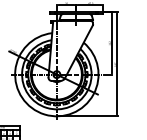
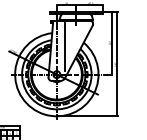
line at (65, 46): none -> present
